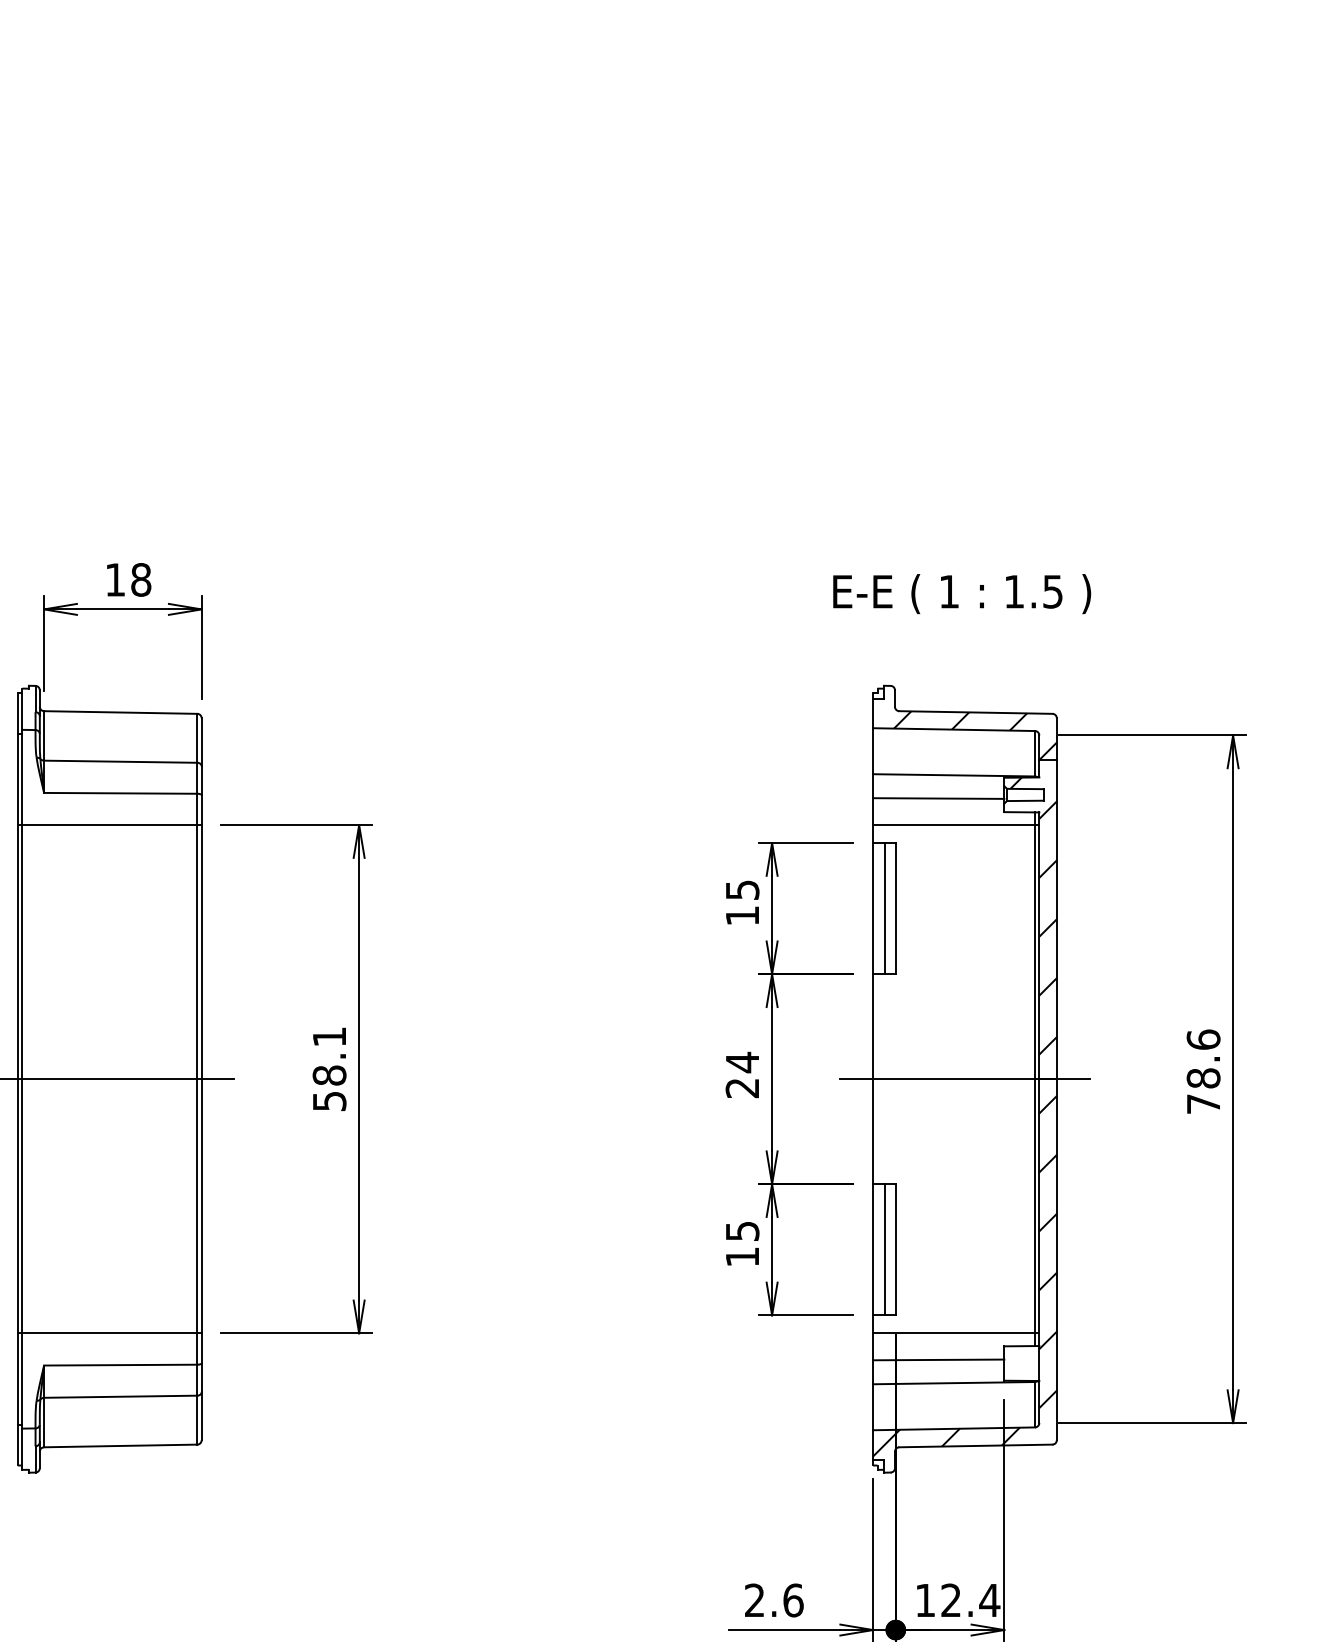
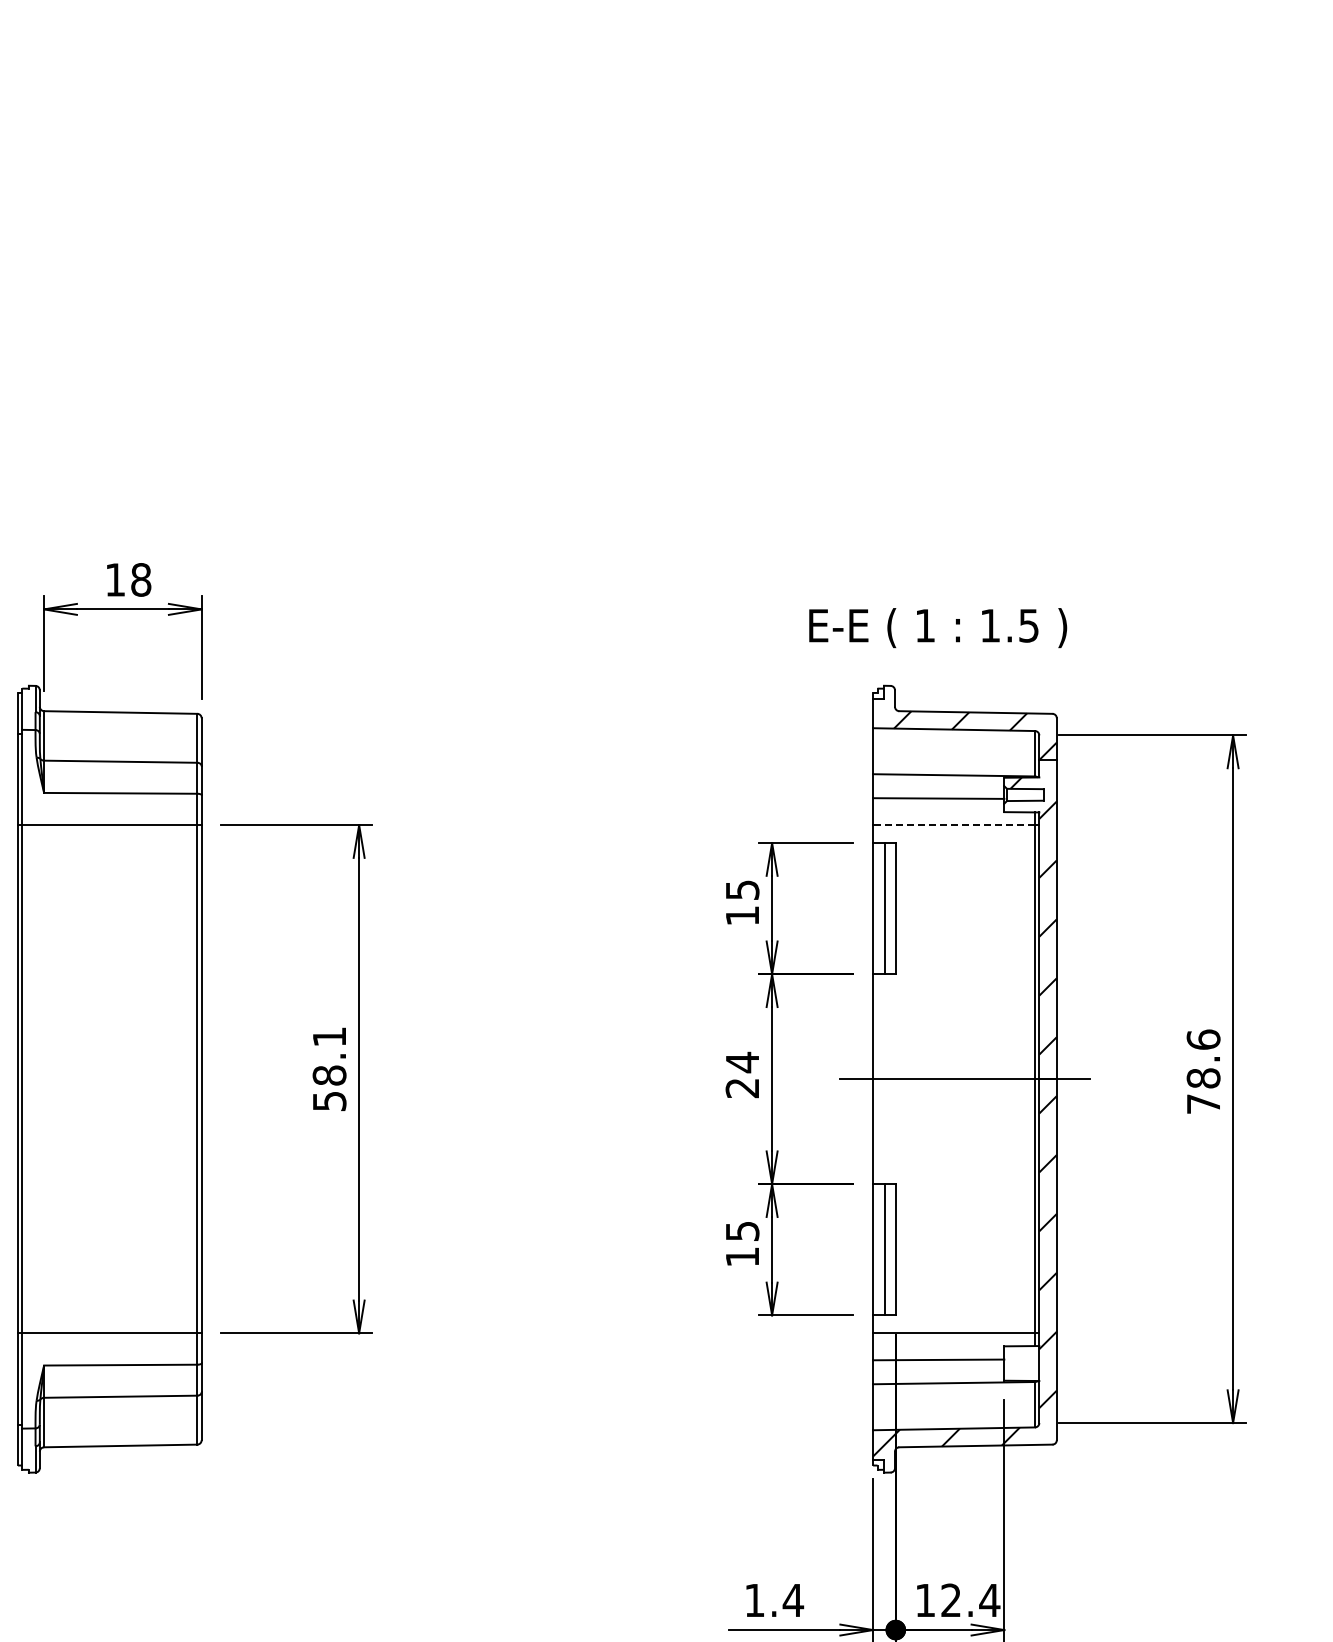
text at (962, 594) position: (962, 594) -> (938, 628)
line at (954, 825): solid -> dashed
line at (118, 1079): present -> none
text at (774, 1600): 2.6 -> 1.4
